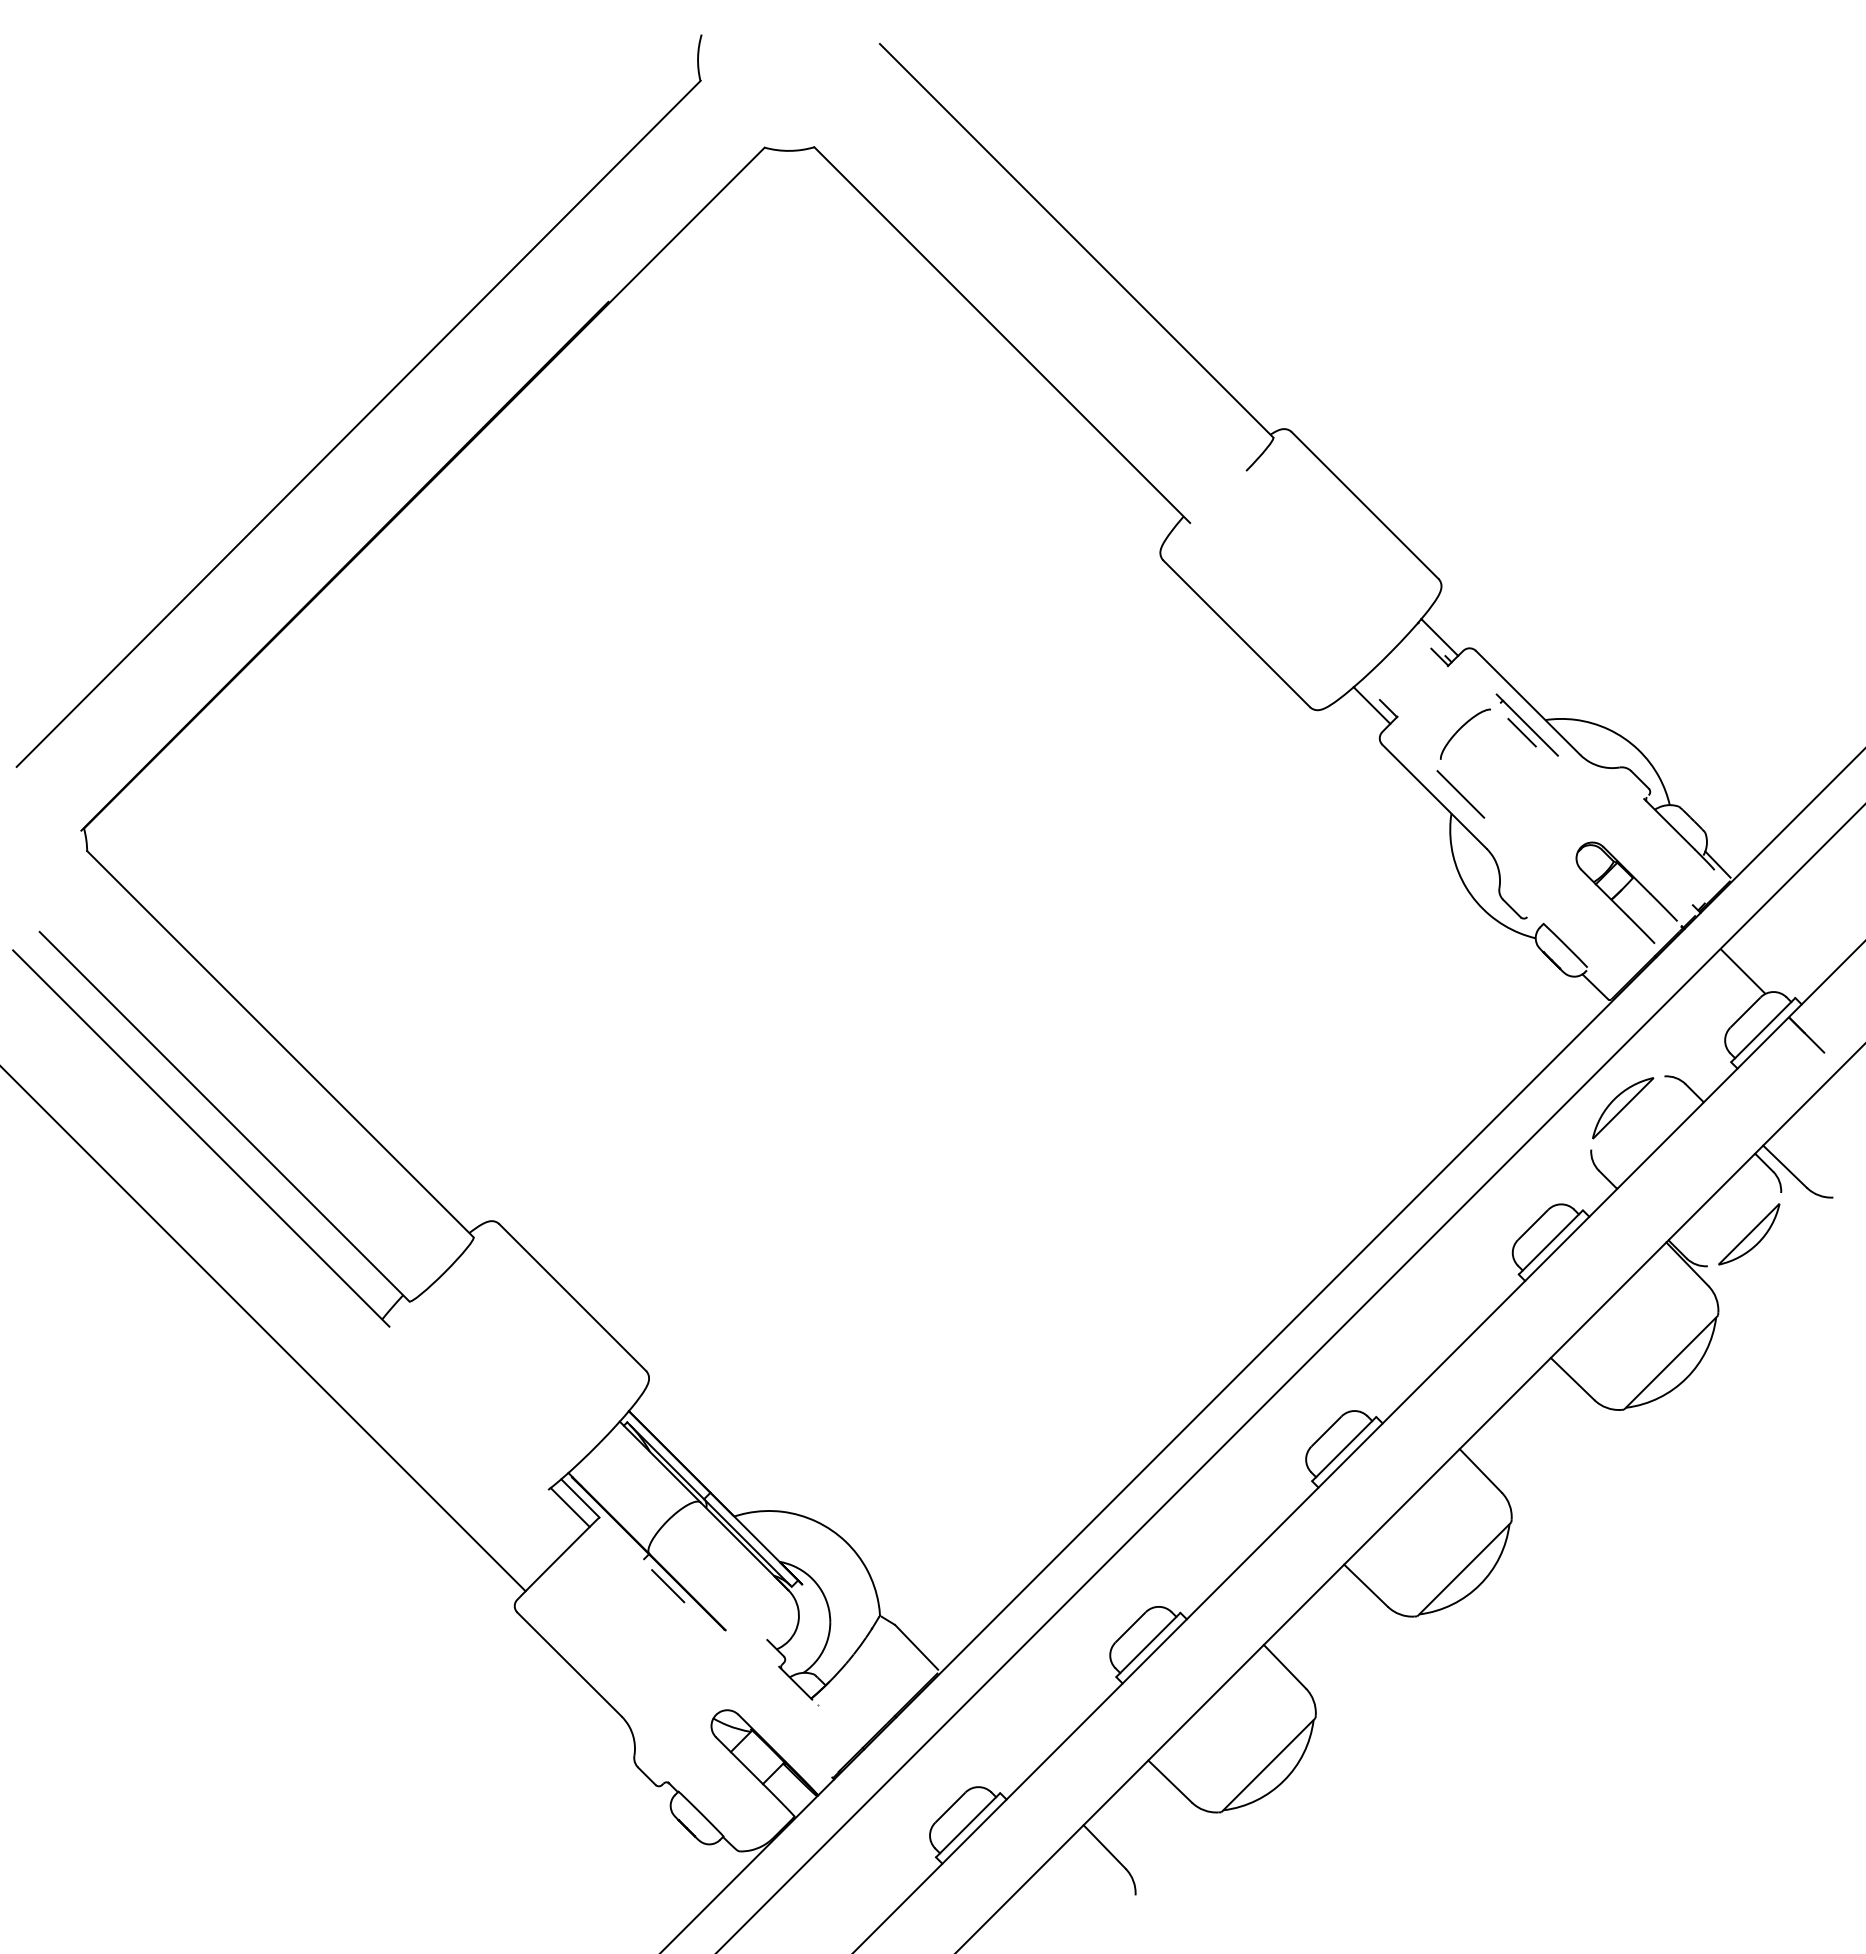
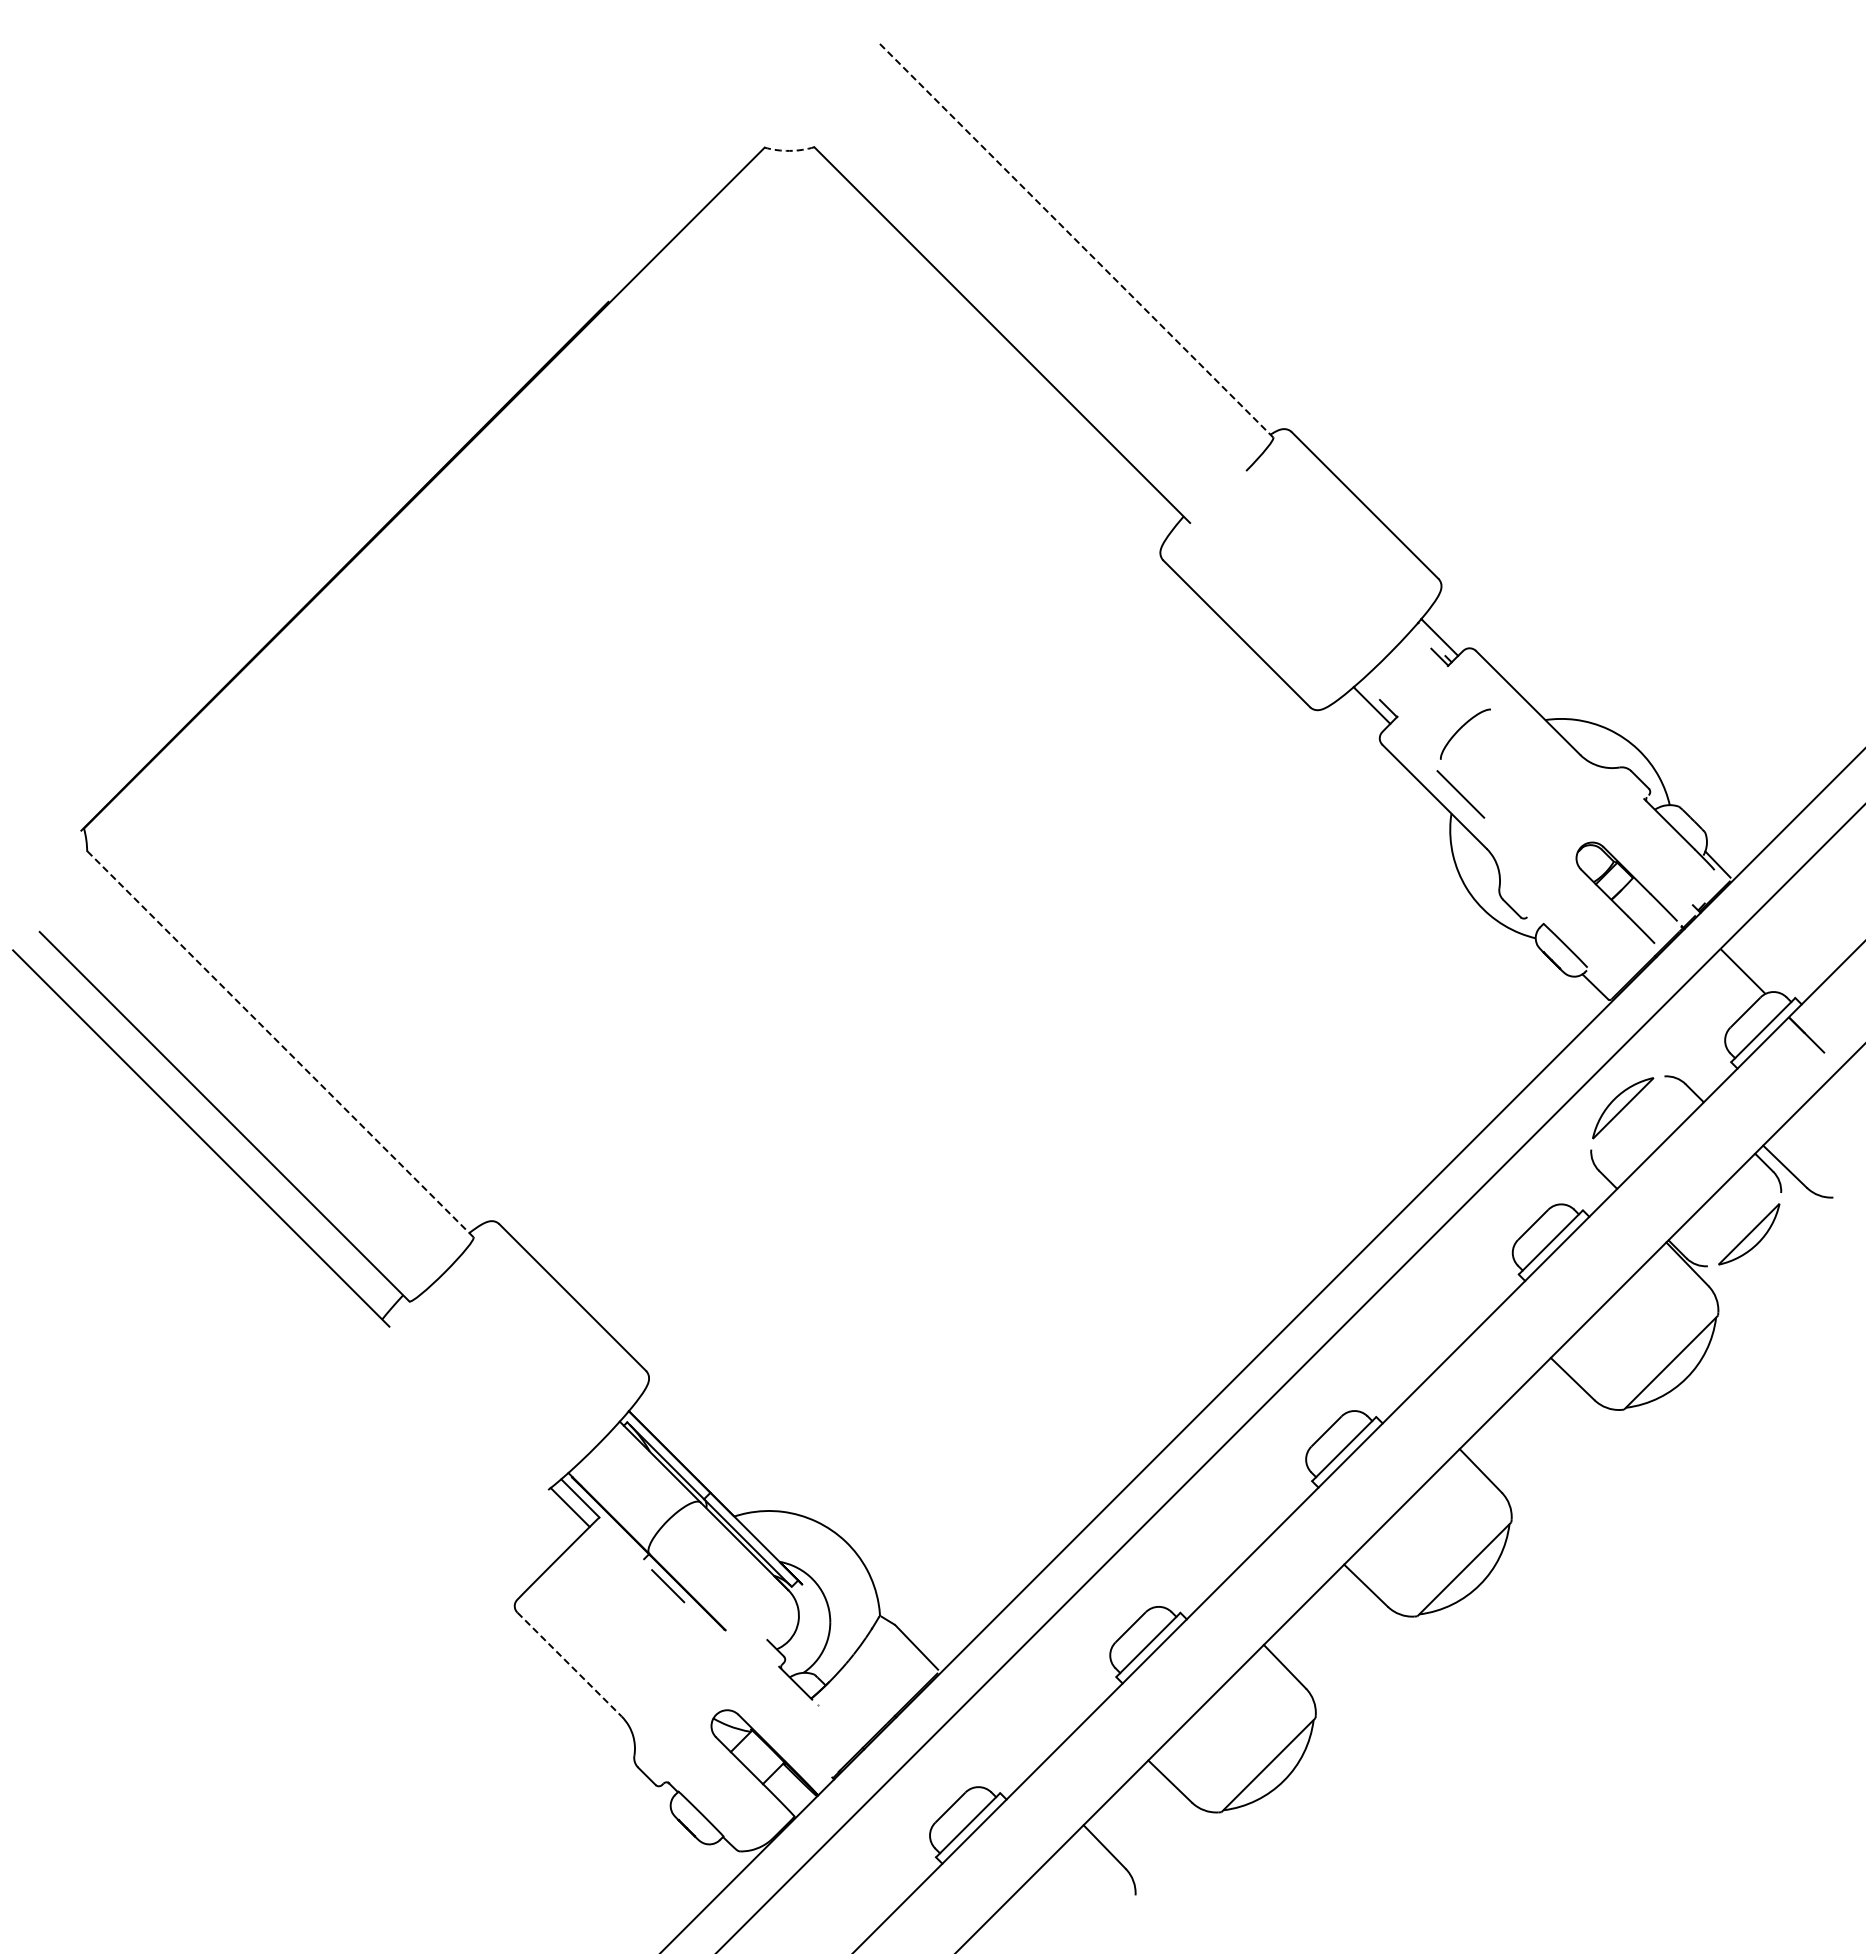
arc at (789, 150): solid -> dashed
line at (1076, 241): solid -> dashed
part at (369, 411): present -> none
part at (1526, 724): present -> none
line at (280, 1043): solid -> dashed
line at (263, 1329): present -> none
line at (569, 1664): solid -> dashed
